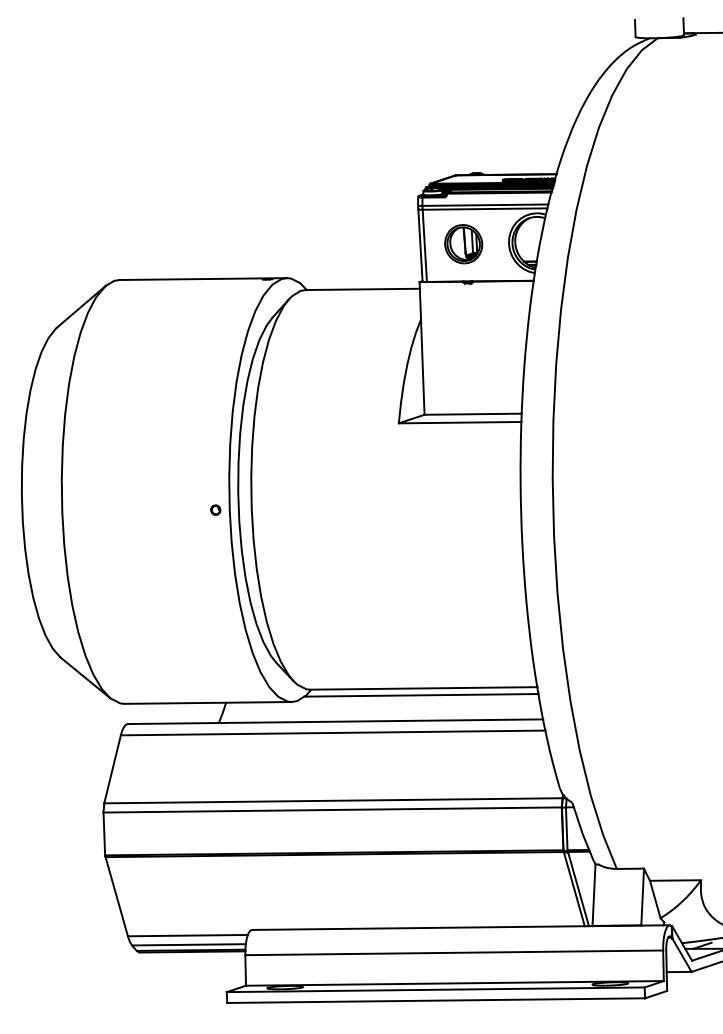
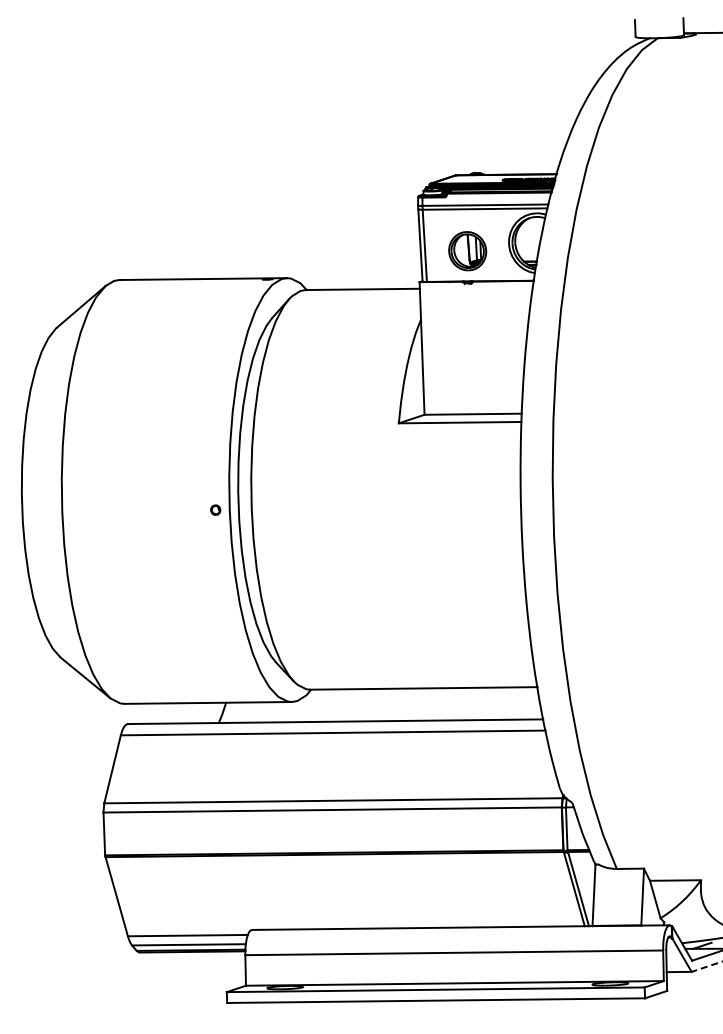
part at (463, 244) position: (463, 244) -> (467, 251)
line at (421, 695): present -> none
line at (706, 966): solid -> dashed
